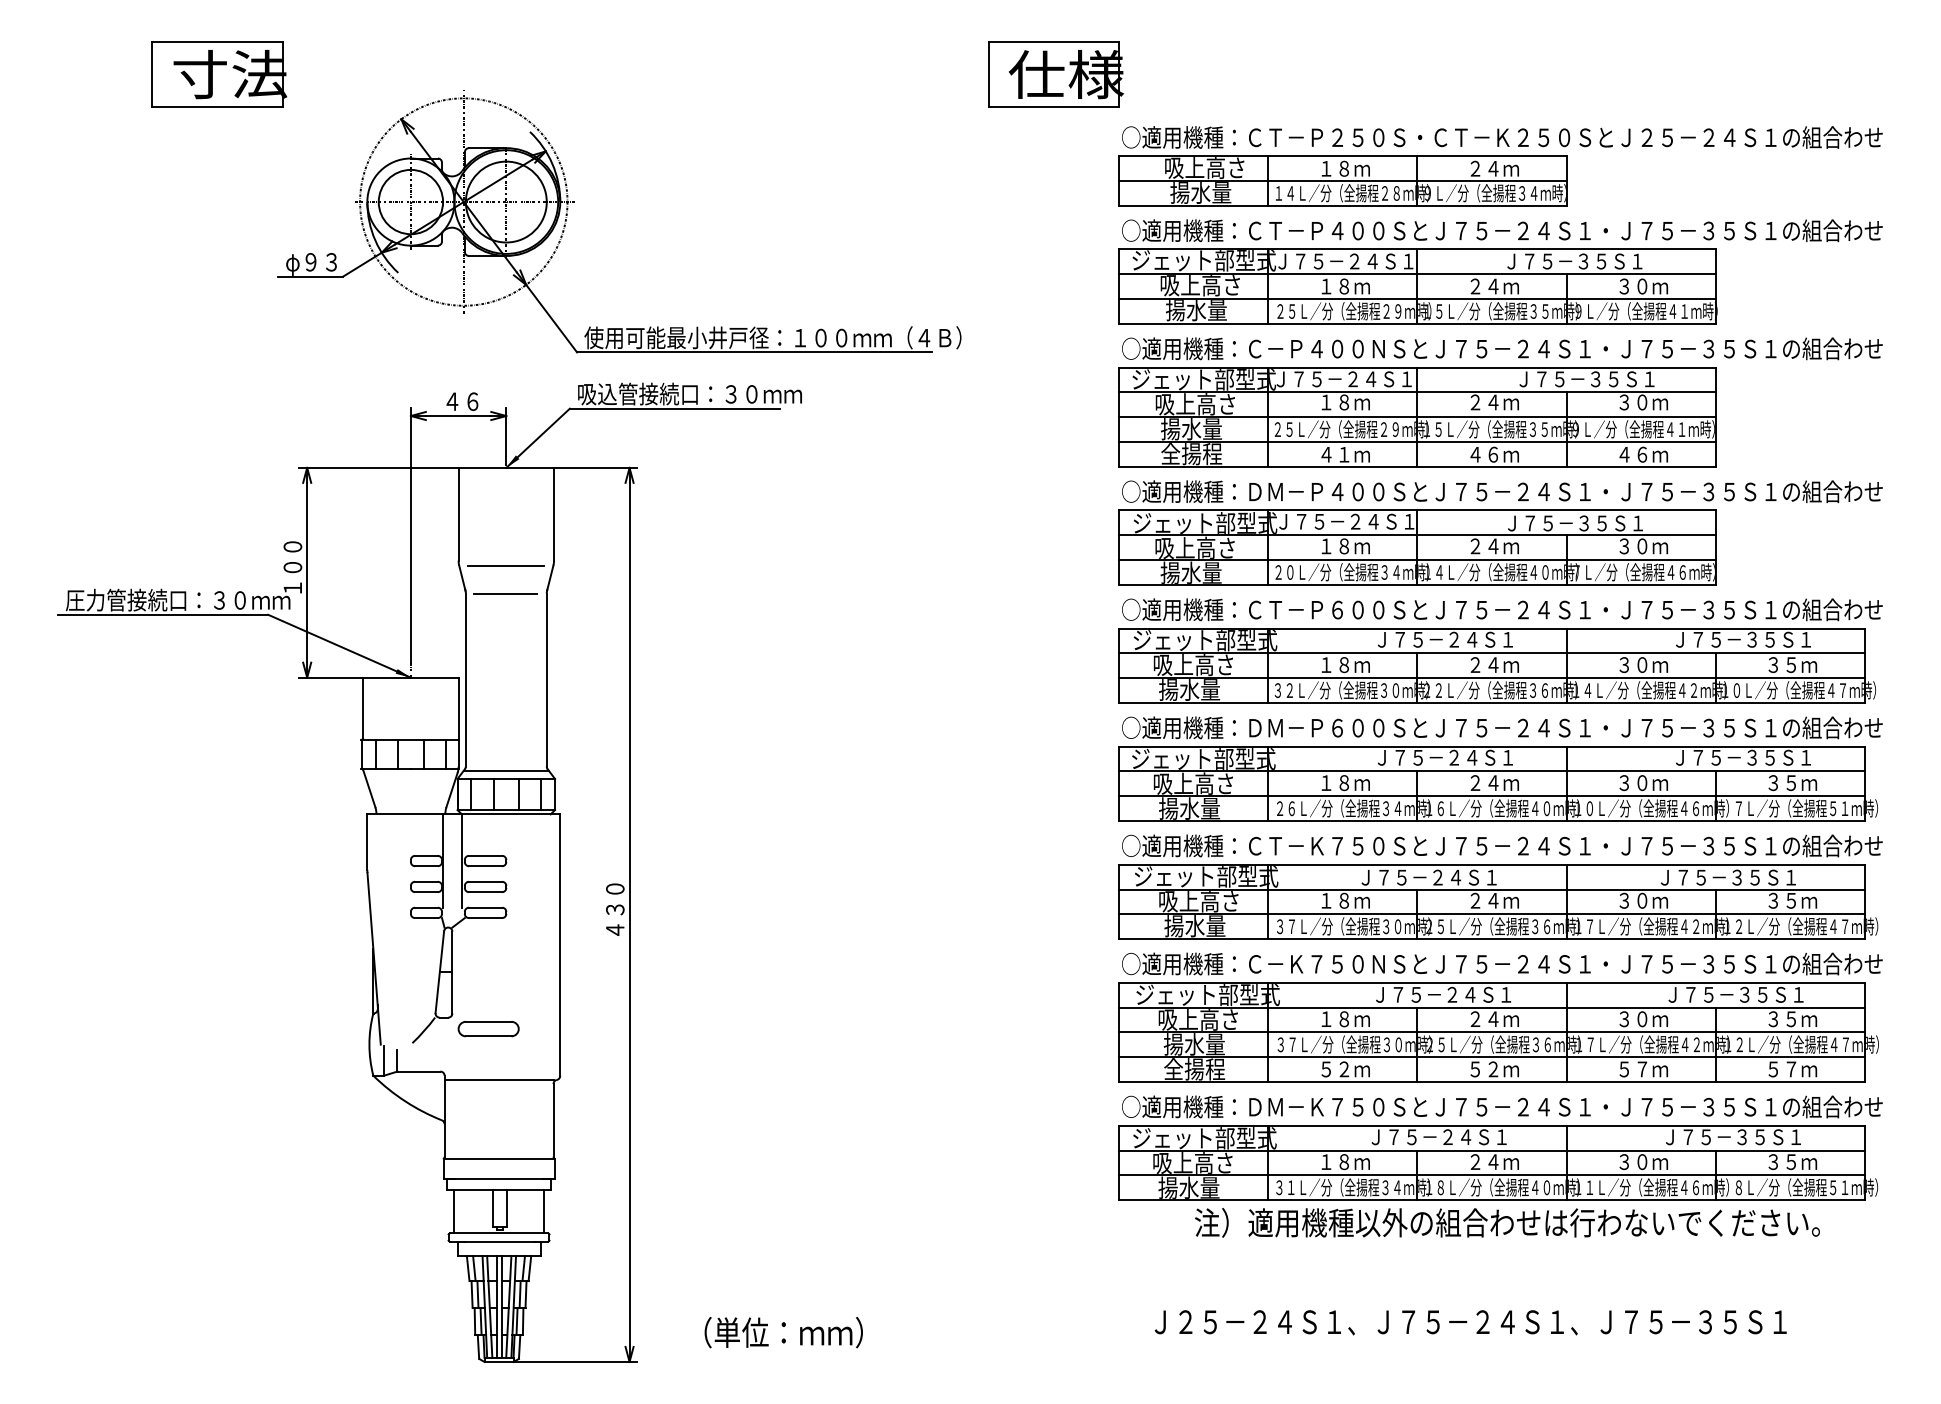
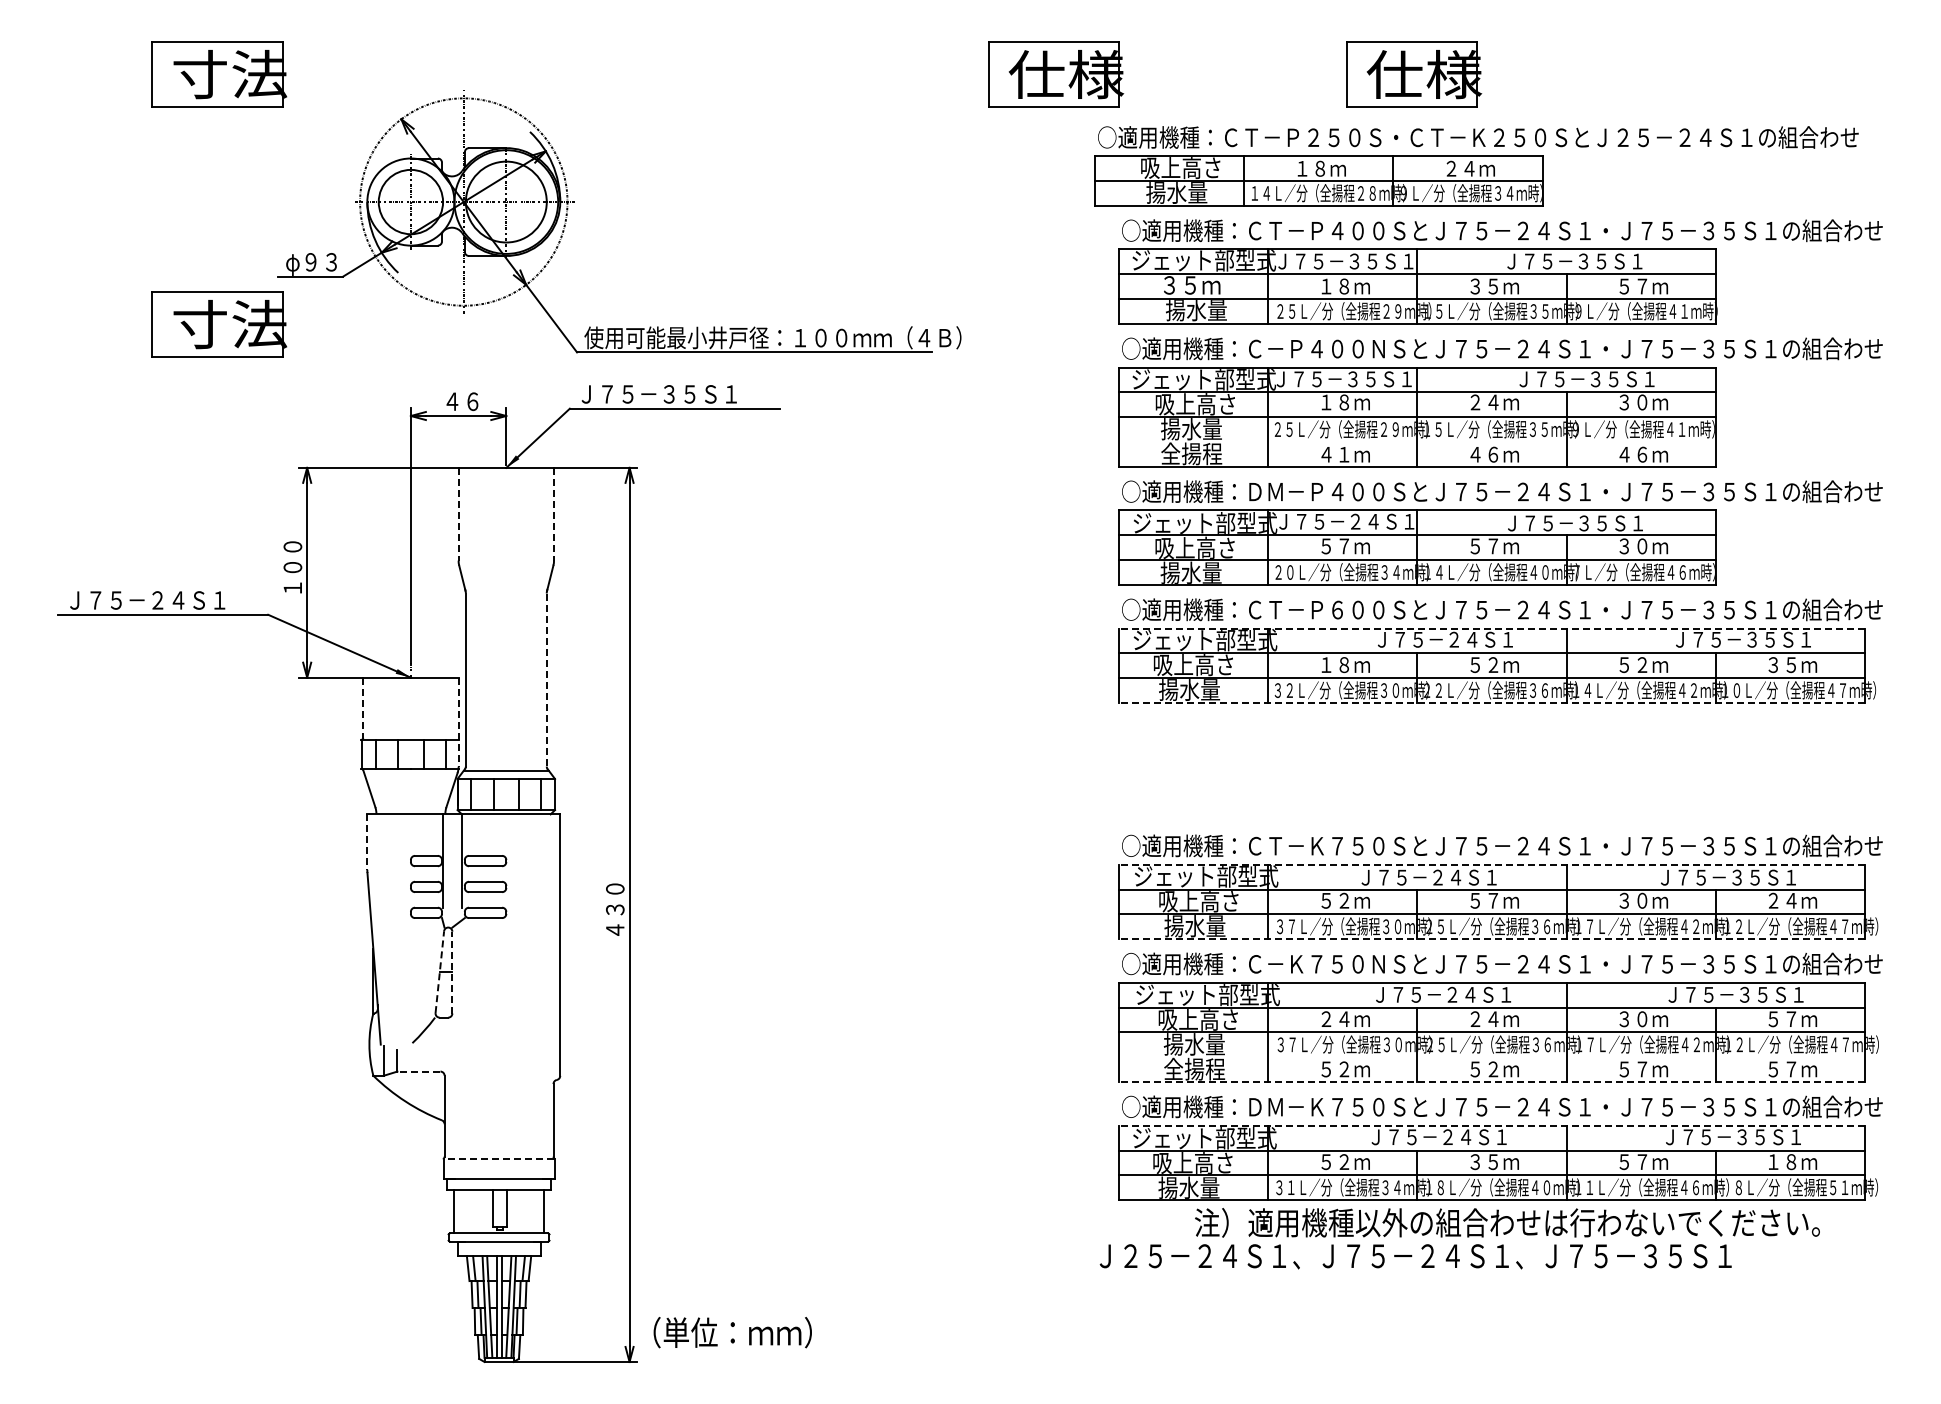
part at (1414, 74): none -> present
part at (1500, 166) position: (1500, 166) -> (1476, 166)
text at (1363, 261): Ｊ７５－２４Ｓ１ -> Ｊ７５－３５Ｓ１
text at (1199, 285): 吸上高さ -> ３５ｍ
text at (1484, 286): ２４ｍ -> ３５ｍ
text at (1633, 286): ３０ｍ -> ５７ｍ
part at (219, 324): none -> present
text at (1362, 379): Ｊ７５－２４Ｓ１ -> Ｊ７５－３５Ｓ１
text at (689, 393): 吸込管接続口：３０ｍｍ -> Ｊ７５－３５Ｓ１
line at (1417, 442): present -> none
line at (458, 514): solid -> dashed
line at (554, 514): solid -> dashed
text at (1334, 546): １８ｍ -> ５７ｍ
text at (1484, 546): ２４ｍ -> ５７ｍ
line at (505, 565): present -> none
line at (505, 593): present -> none
text at (177, 599): 圧力管接続口：３０ｍｍ -> Ｊ７５－２４Ｓ１
line at (1491, 628): solid -> dashed
text at (1484, 665): ２４ｍ -> ５２ｍ
text at (1633, 665): ３０ｍ -> ５２ｍ
line at (546, 680): solid -> dashed
line at (1491, 703): solid -> dashed
line at (363, 708): solid -> dashed
line at (458, 722): solid -> dashed
part at (1500, 768): present -> none
line at (367, 842): solid -> dashed
line at (1491, 864): solid -> dashed
text at (1335, 900): １８ｍ -> ５２ｍ
text at (1484, 900): ２４ｍ -> ５７ｍ
text at (1782, 900): ３５ｍ -> ２４ｍ
line at (1491, 939): solid -> dashed
line at (439, 971): solid -> dashed
line at (452, 972): solid -> dashed
text at (1335, 1019): １８ｍ -> ２４ｍ
text at (1782, 1019): ３５ｍ -> ５７ｍ
part at (488, 1029): present -> none
line at (1491, 1057): present -> none
line at (418, 1071): solid -> dashed
line at (498, 1079): present -> none
line at (1491, 1082): solid -> dashed
line at (1491, 1125): solid -> dashed
line at (498, 1158): solid -> dashed
text at (1335, 1162): １８ｍ -> ５２ｍ
text at (1484, 1162): ２４ｍ -> ３５ｍ
text at (1633, 1162): ３０ｍ -> ５７ｍ
text at (1782, 1162): ３５ｍ -> １８ｍ
text at (1470, 1322) position: (1470, 1322) -> (1415, 1256)
text at (783, 1332) position: (783, 1332) -> (732, 1332)
